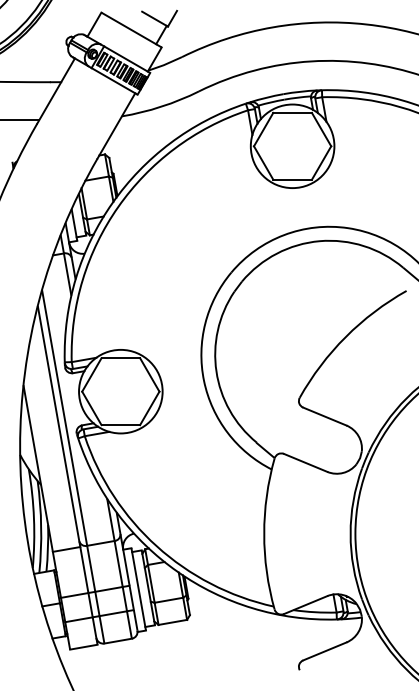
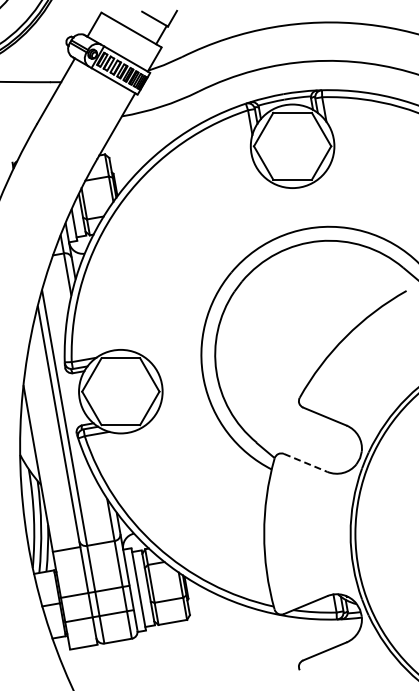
line at (20, 120): present -> none
line at (306, 463): solid -> dashed
